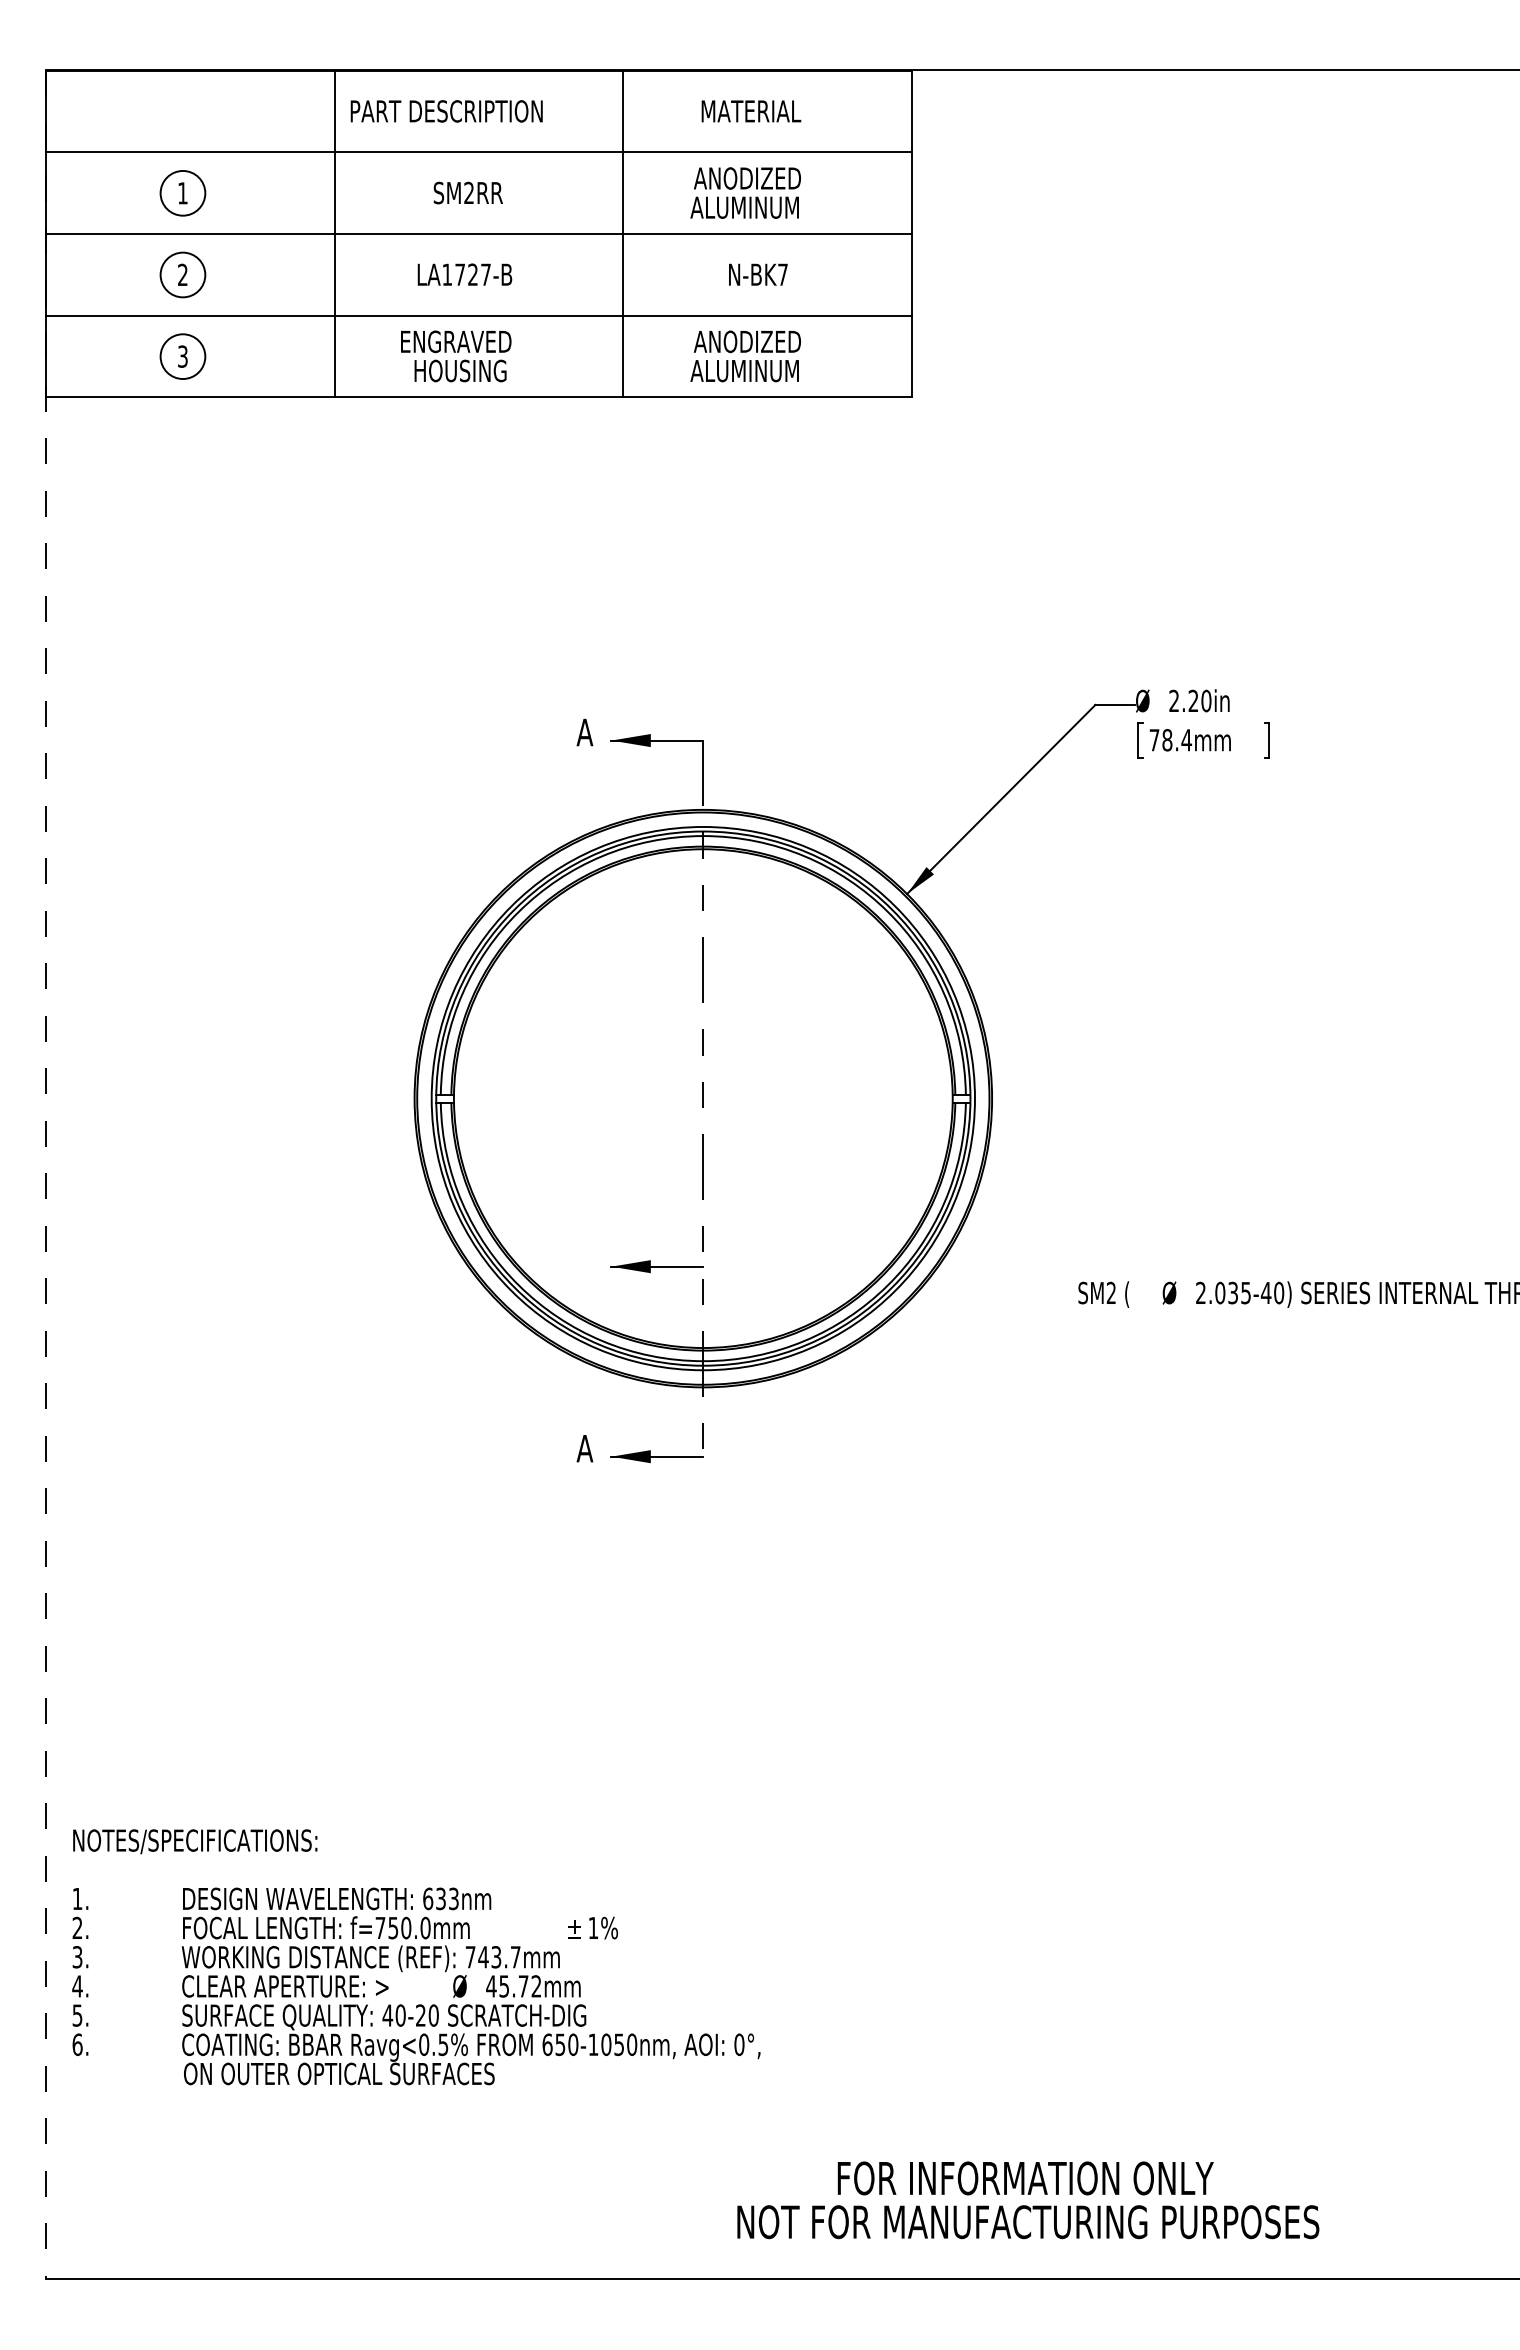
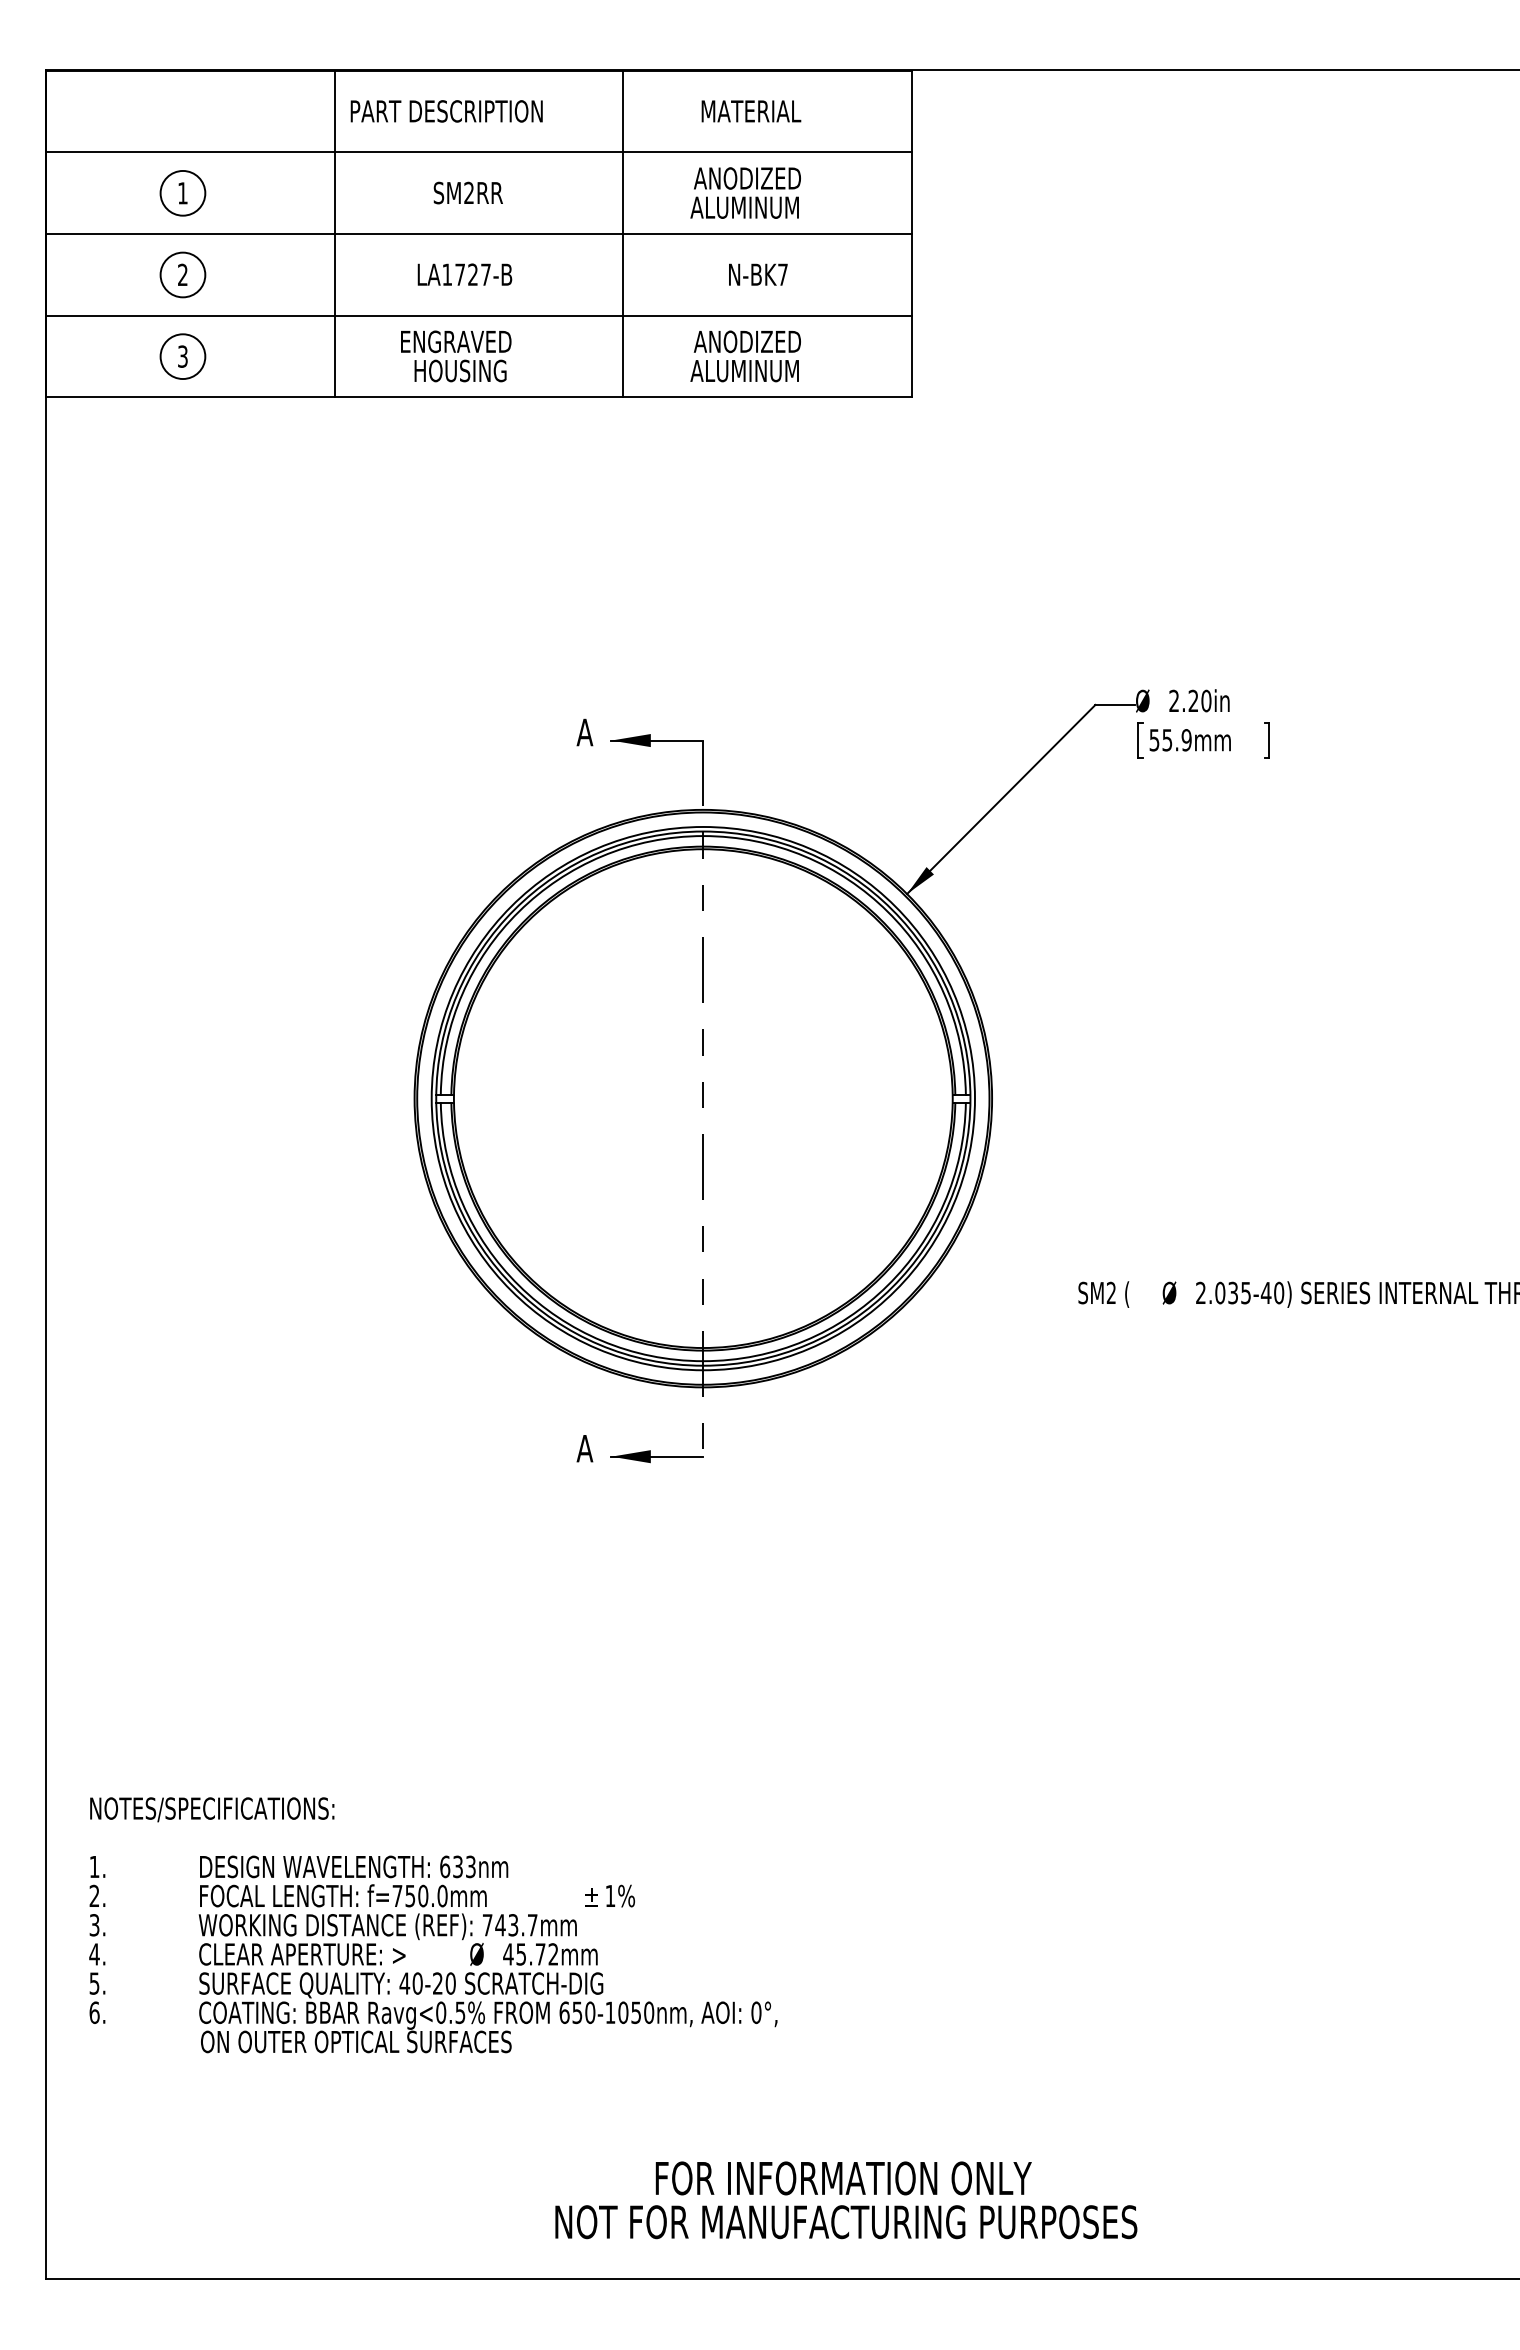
text at (1170, 740): 78.4mm -> 55.9mm
line at (46, 1175): dashed -> solid
part at (656, 1266): present -> none
text at (416, 1957) position: (416, 1957) -> (433, 1925)
text at (1028, 2200) position: (1028, 2200) -> (846, 2200)
